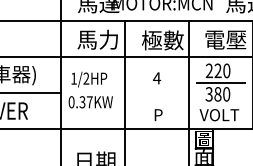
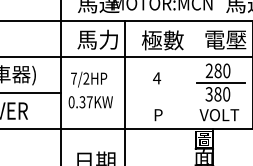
text at (217, 70): 220 -> 280
text at (73, 78): 1/2HP -> 7/2HP
line at (189, 91): present -> none
